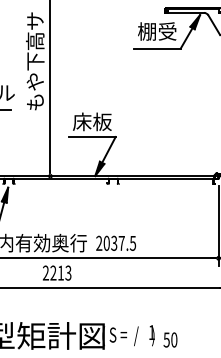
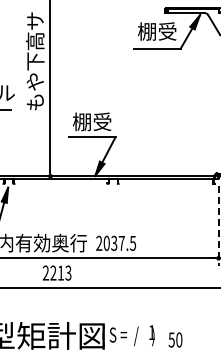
text at (91, 121): 床板 -> 棚受
line at (218, 225): solid -> dashed
text at (170, 339) position: (170, 339) -> (175, 339)
